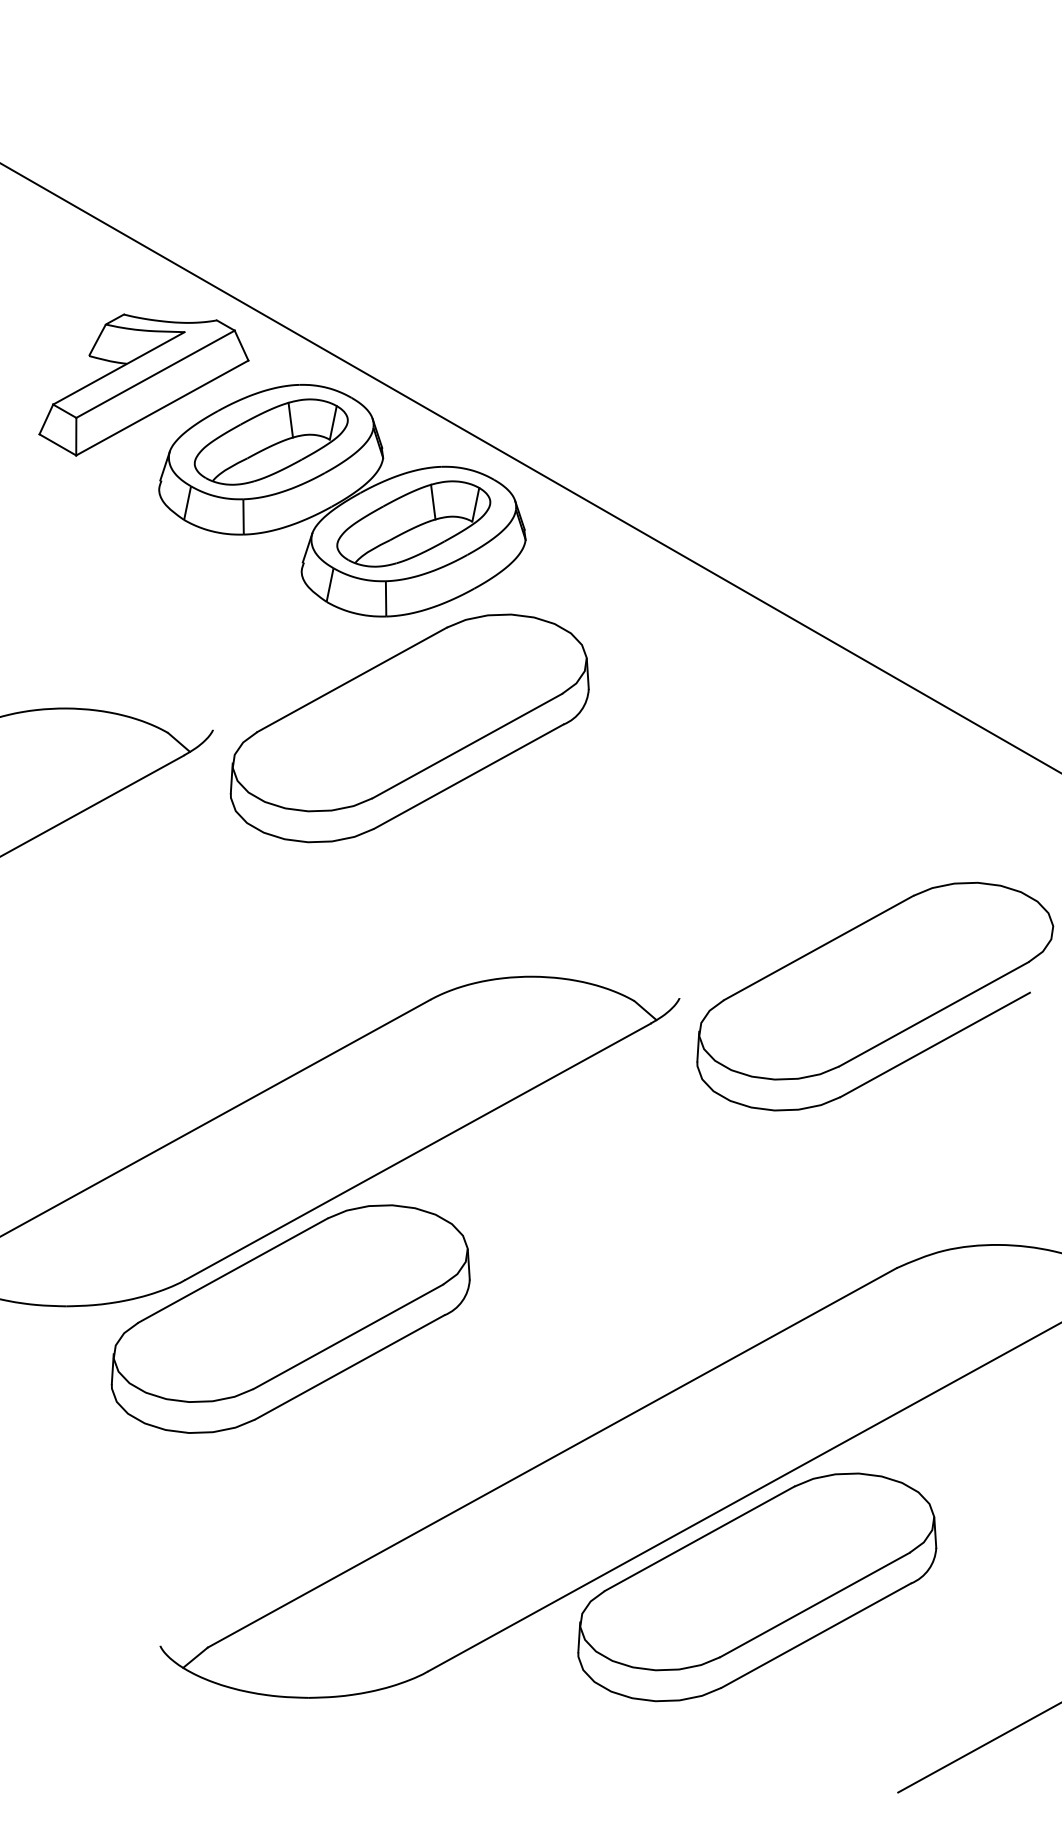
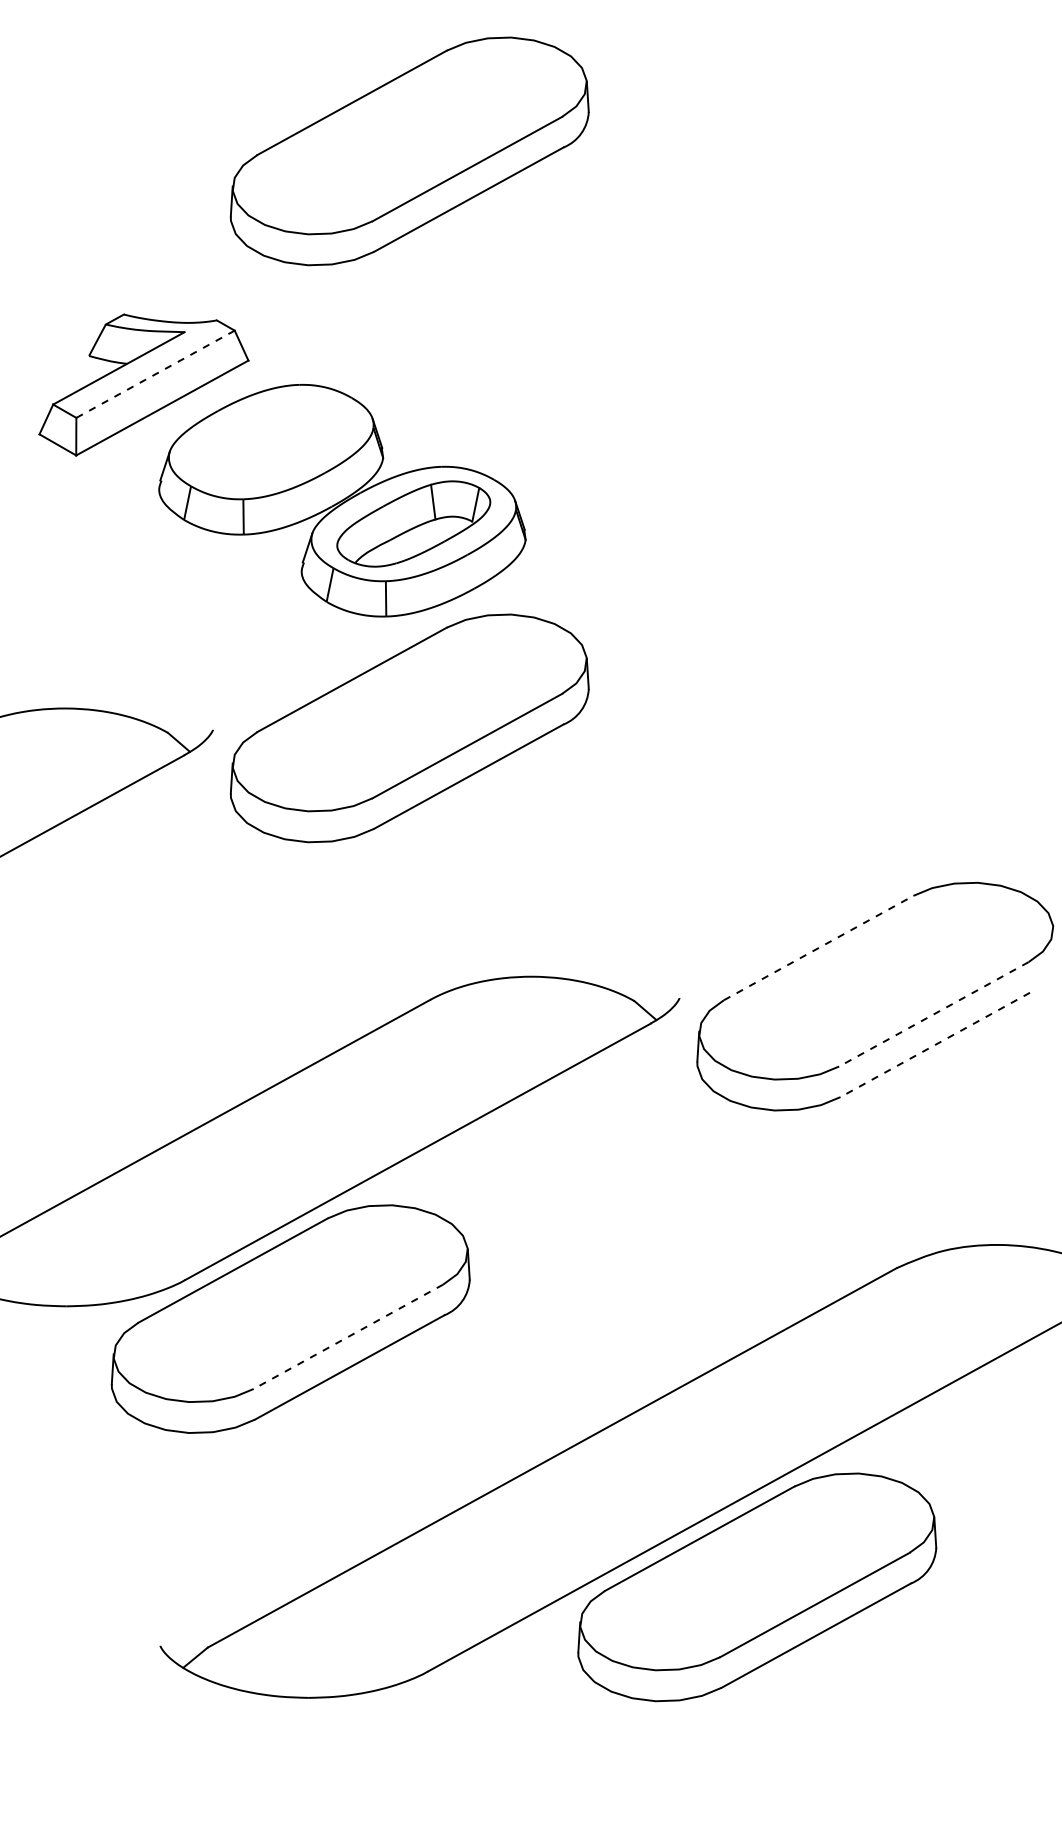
part at (409, 151): none -> present
line at (155, 374): solid -> dashed
part at (270, 441): present -> none
line at (530, 467): present -> none
line at (819, 947): solid -> dashed
line at (933, 1014): solid -> dashed
line at (934, 1045): solid -> dashed
line at (347, 1337): solid -> dashed
line at (978, 1748): present -> none
